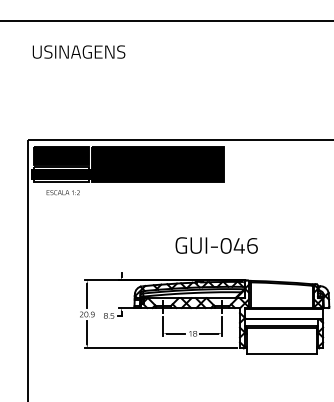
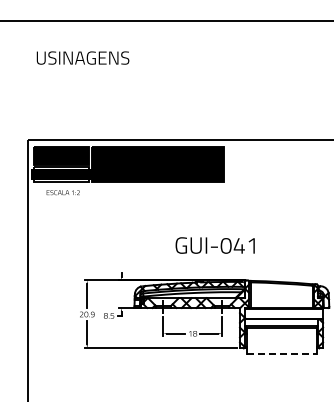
text at (78, 51) position: (78, 51) -> (82, 57)
text at (252, 245): GUI-046 -> GUI-041
line at (282, 353): solid -> dashed
